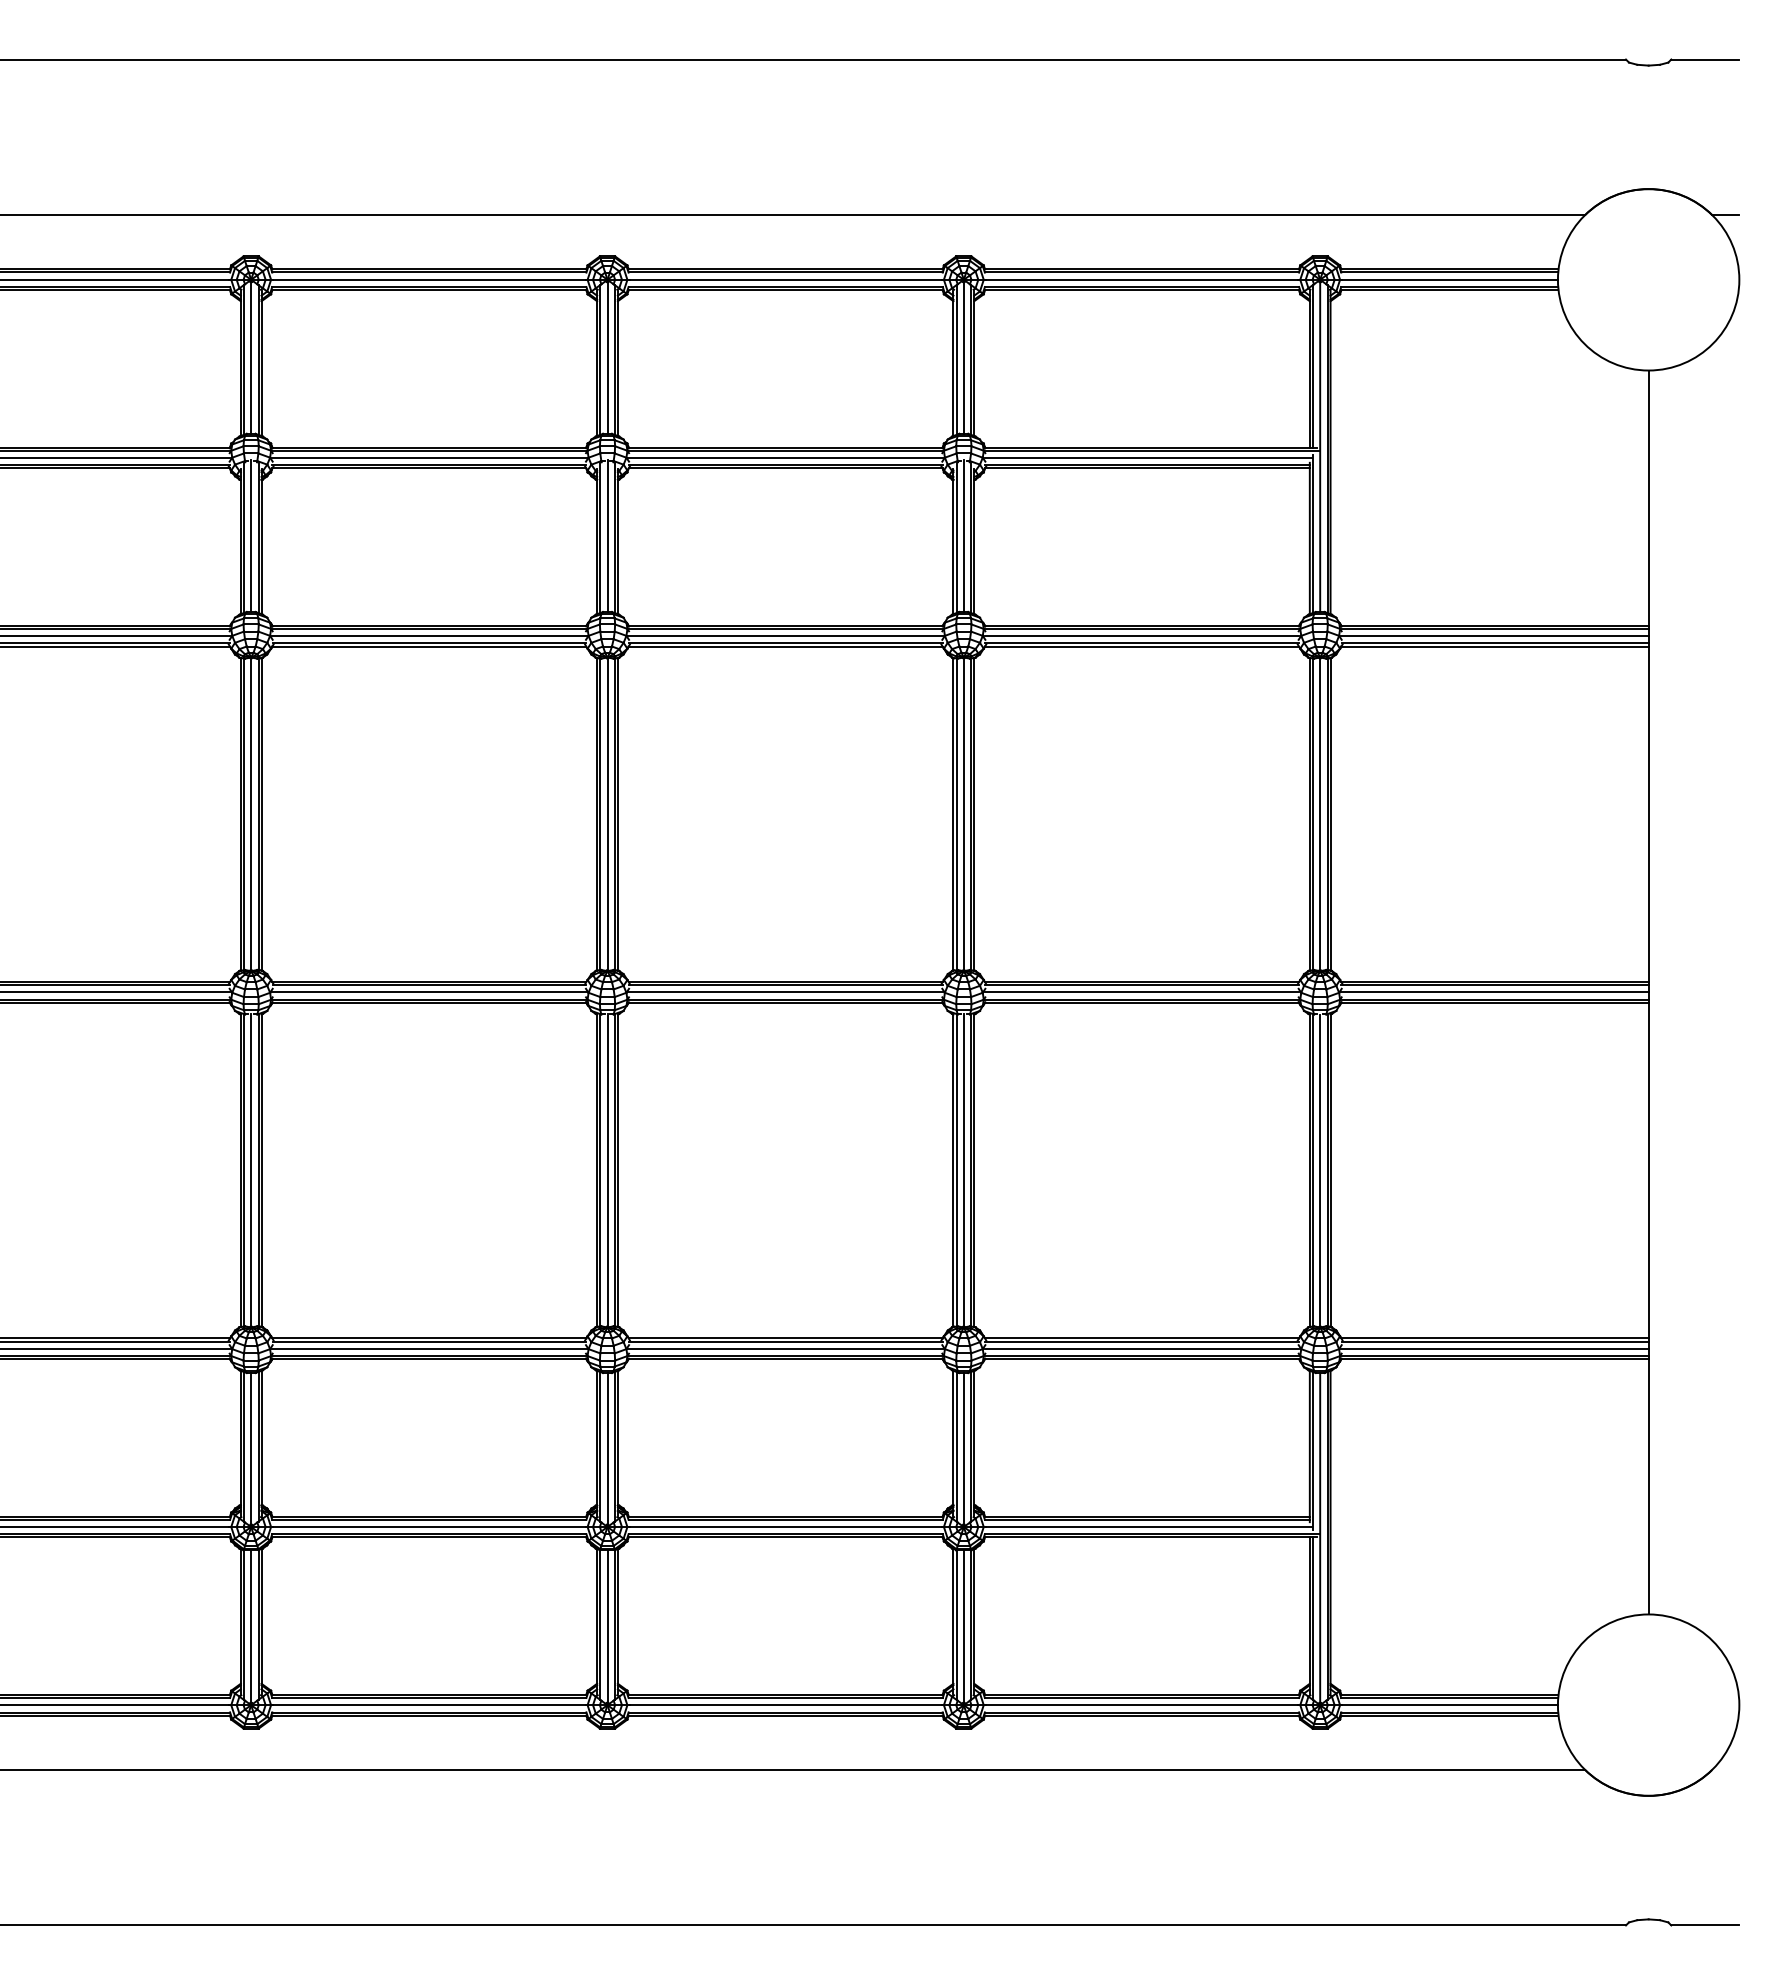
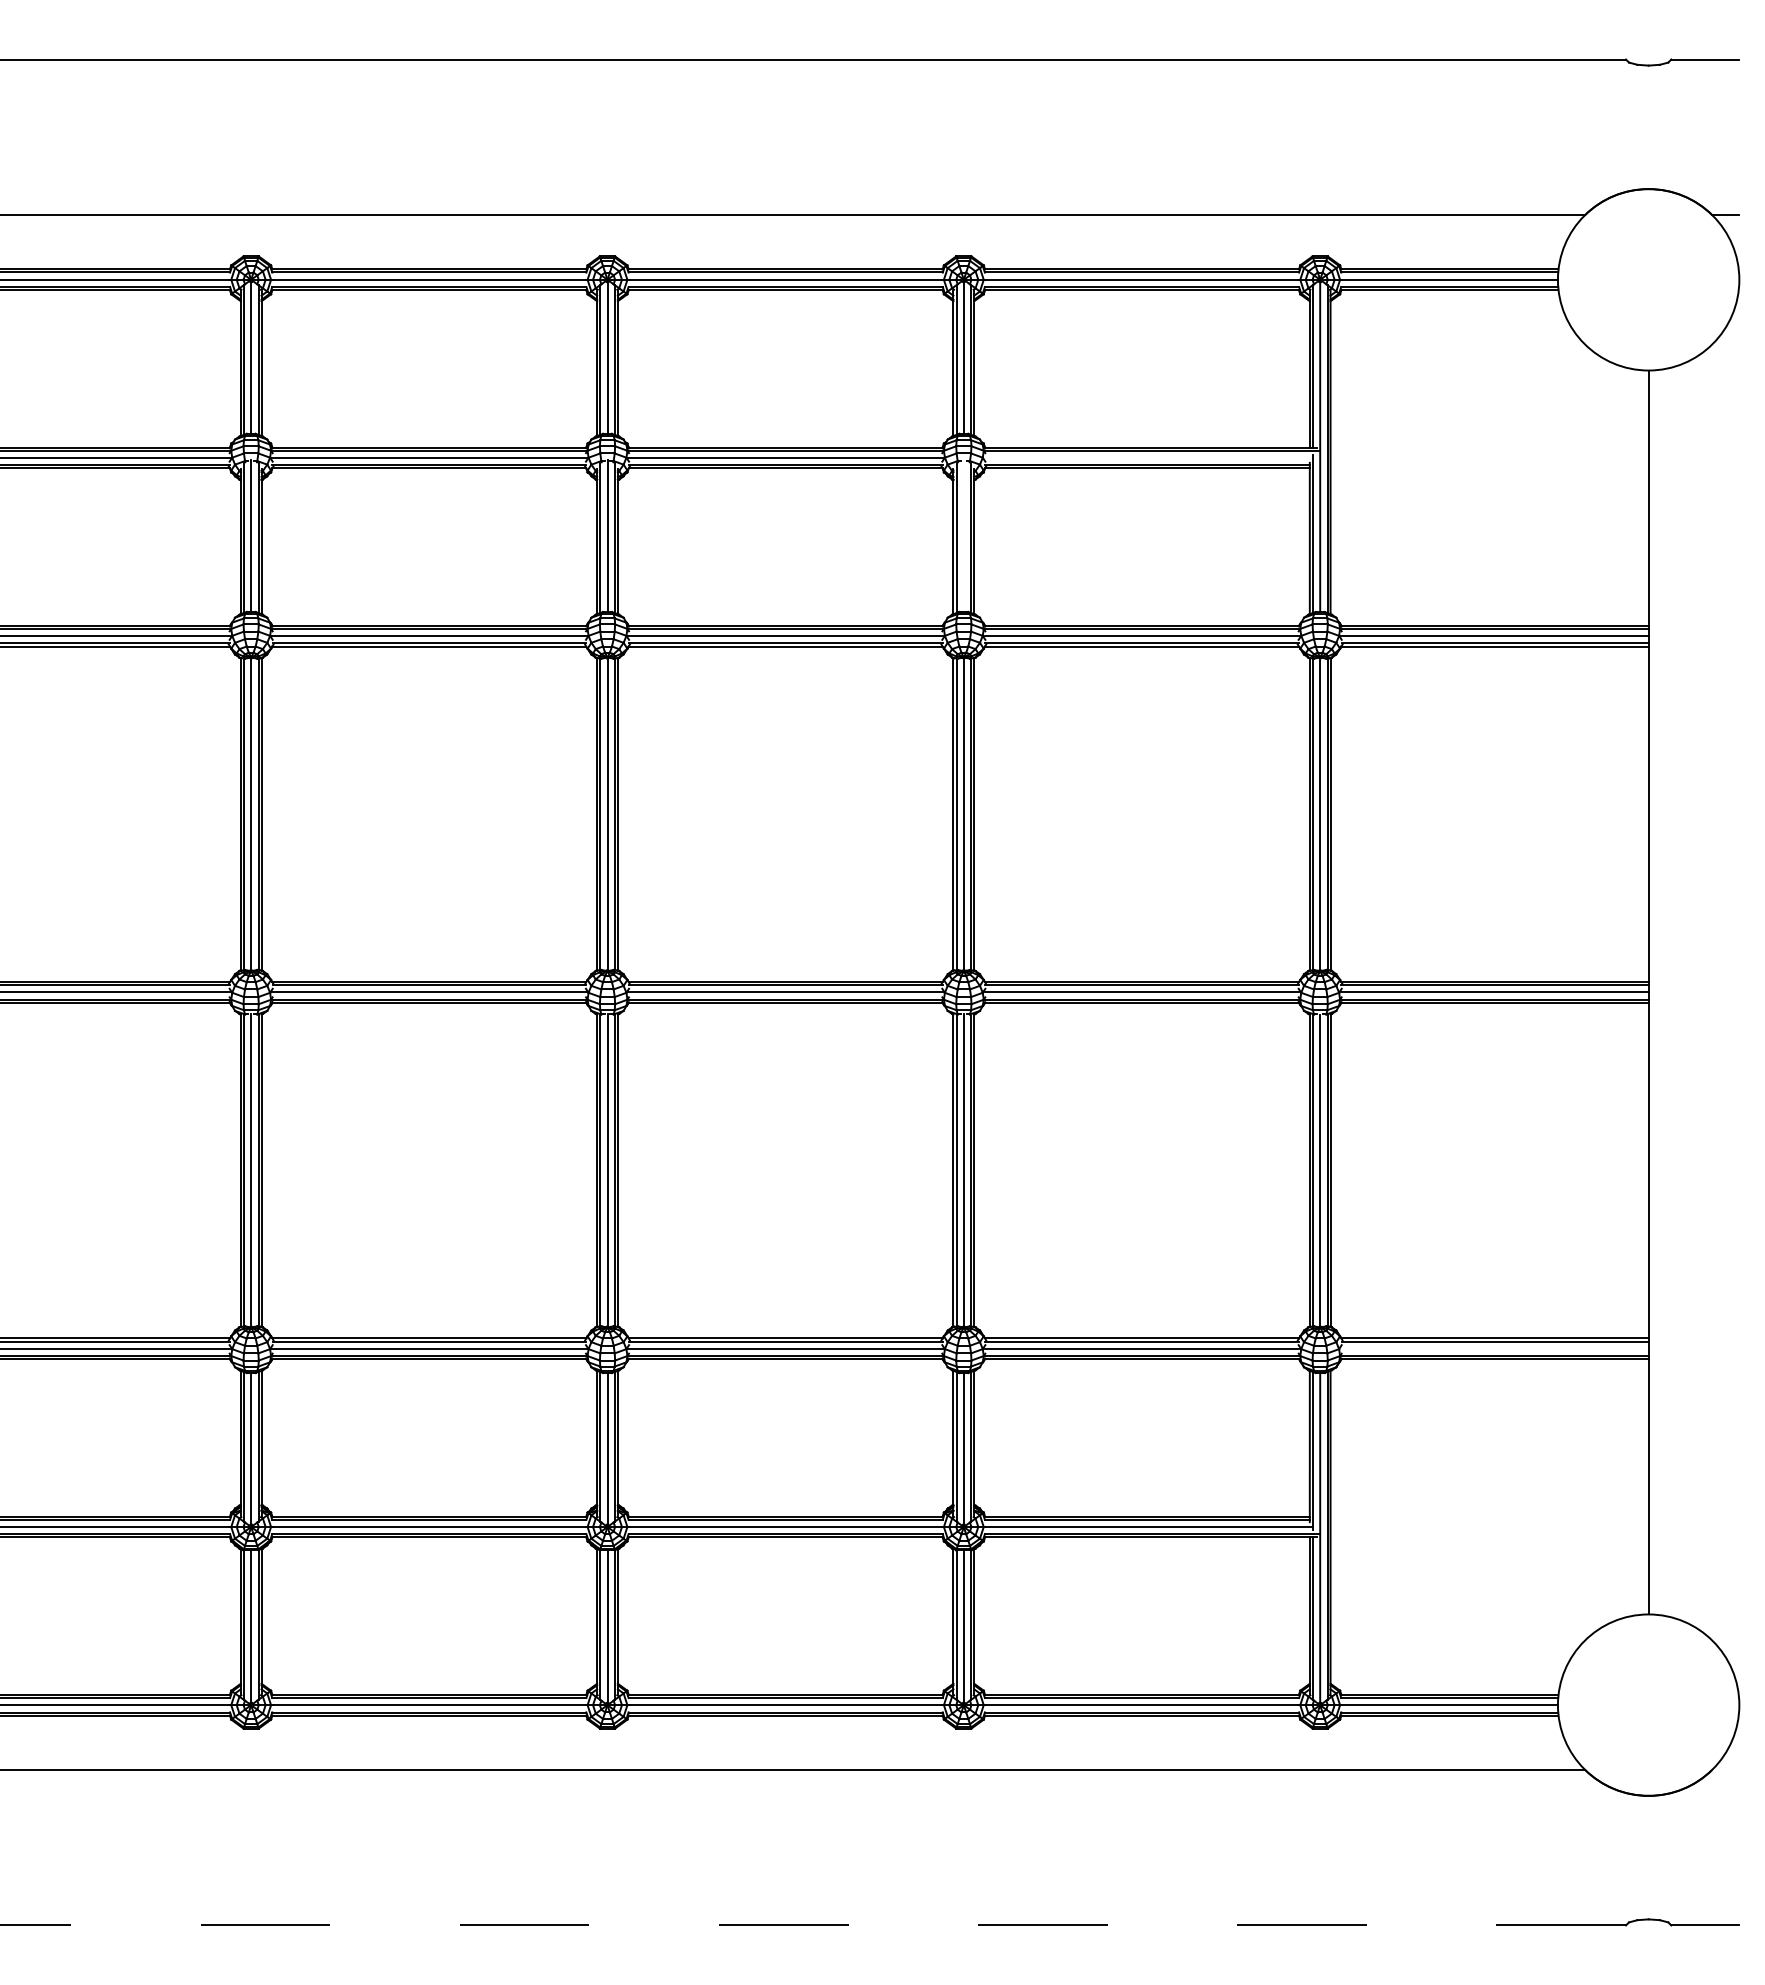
line at (1147, 457): present -> none
line at (963, 535): present -> none
line at (1494, 1348): present -> none
line at (812, 1925): solid -> dashed
